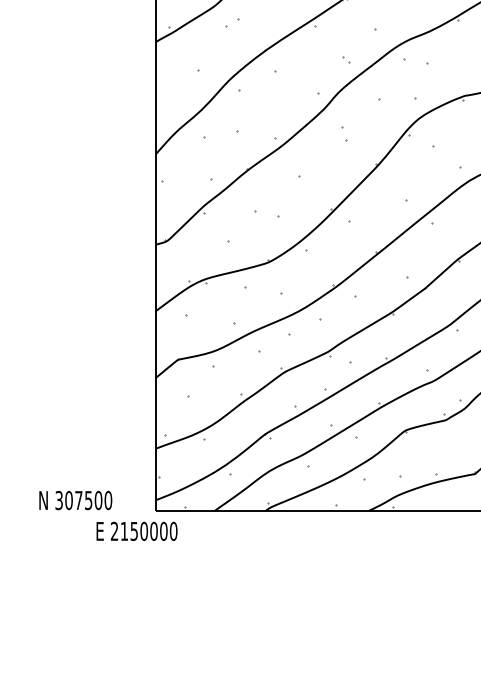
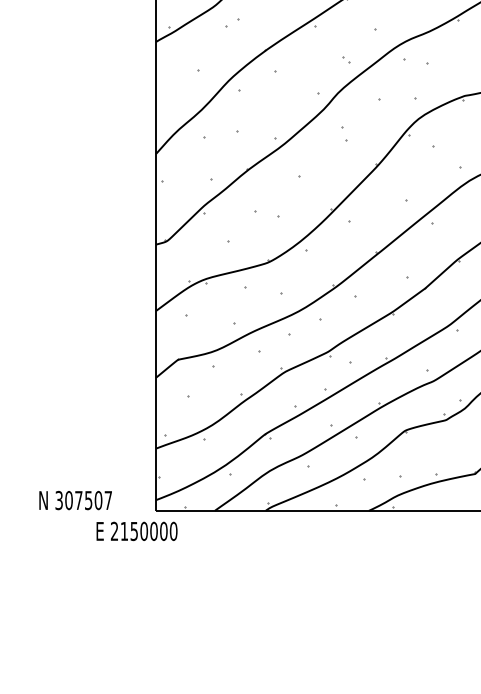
text at (108, 500): 307500 -> 307507
